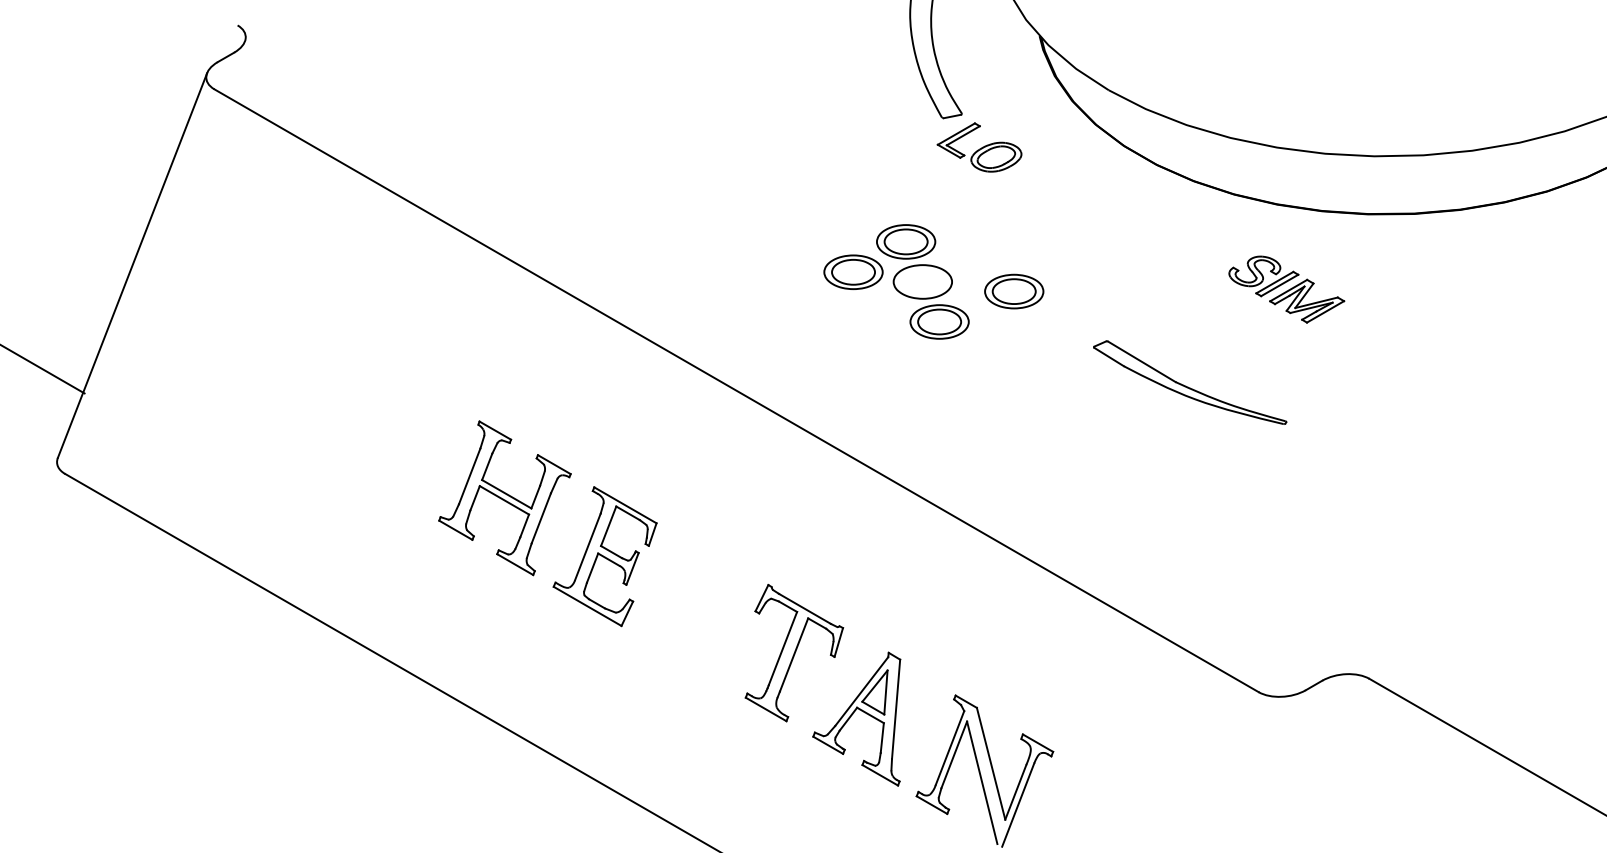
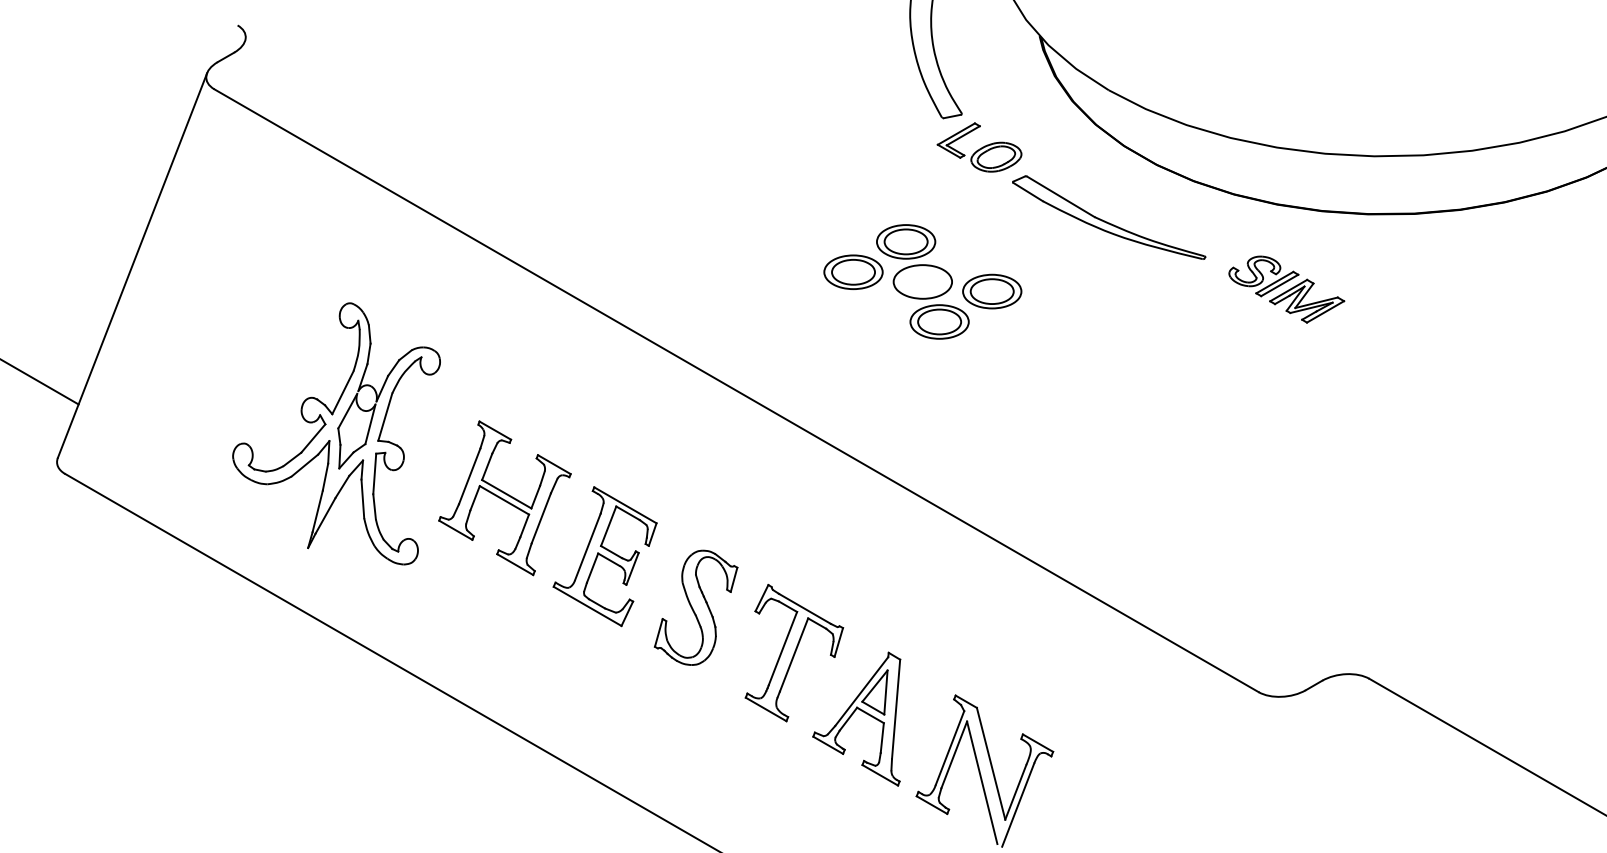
part at (1014, 291) position: (1014, 291) -> (992, 291)
line at (43, 369) position: (43, 369) -> (40, 382)
part at (1190, 382) position: (1190, 382) -> (1109, 217)
part at (336, 433): none -> present
part at (695, 607): none -> present
